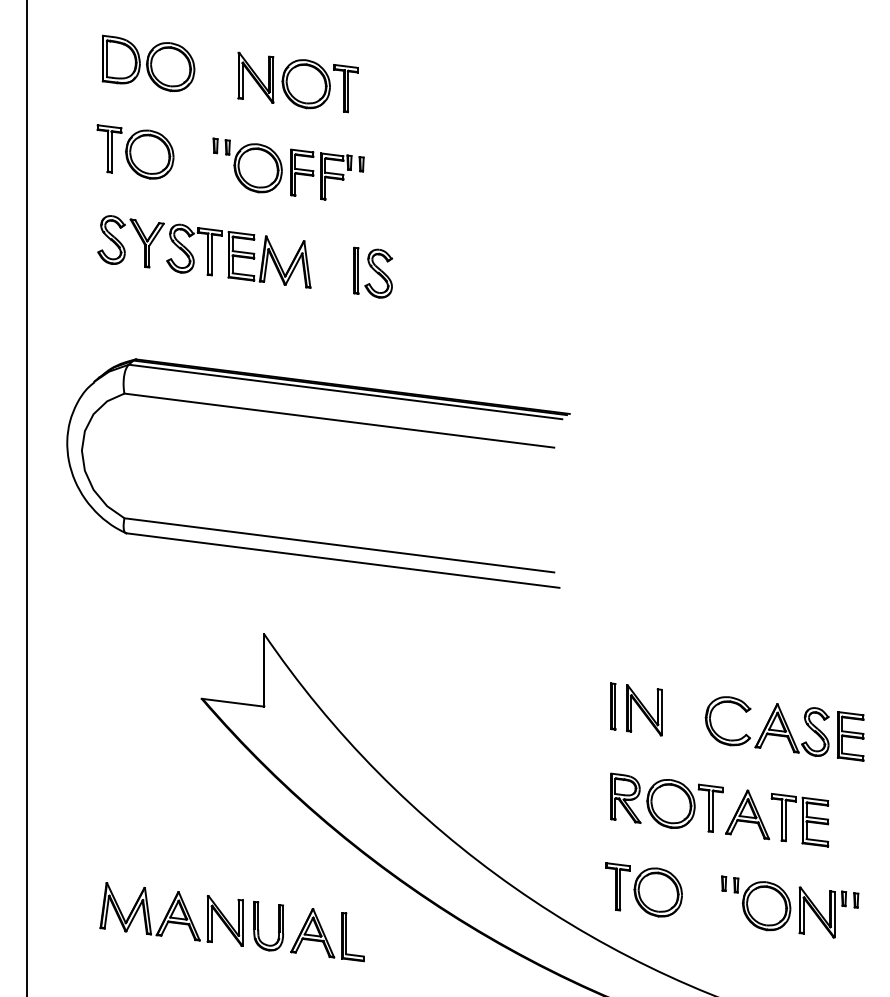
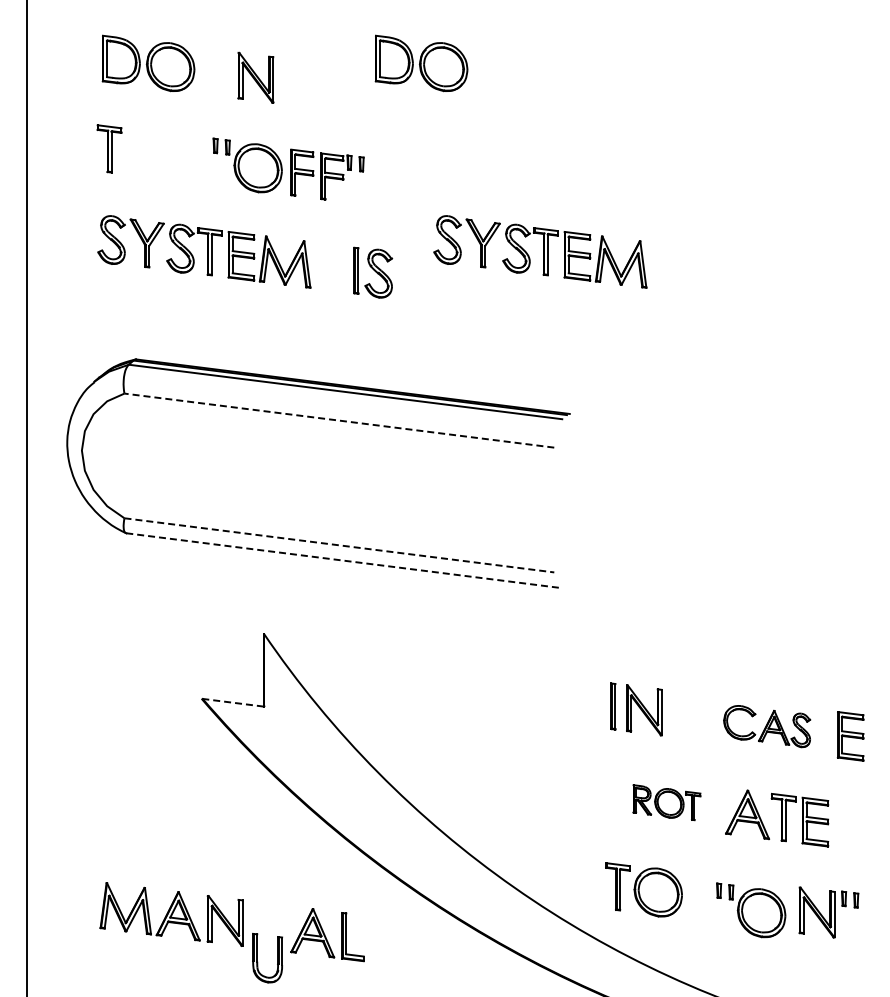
part at (421, 63): none -> present
part at (319, 86): present -> none
part at (149, 154): present -> none
part at (540, 251): none -> present
line at (339, 420): solid -> dashed
line at (339, 545): solid -> dashed
line at (343, 560): solid -> dashed
line at (232, 702): solid -> dashed
part at (766, 726) size: 126x61 px -> 89x44 px
part at (666, 802) size: 114x61 px -> 70x38 px
part at (756, 903) position: (756, 903) -> (751, 910)
part at (259, 930) position: (259, 930) -> (258, 962)
